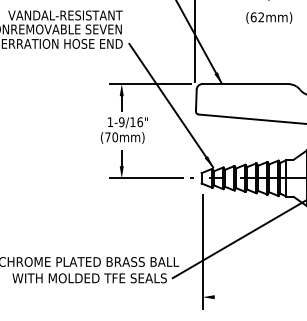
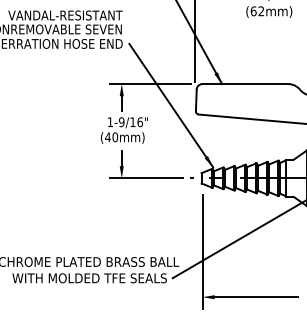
text at (269, 17) position: (269, 17) -> (269, 11)
text at (107, 137): (70mm) -> (40mm)
line at (256, 297): none -> present
